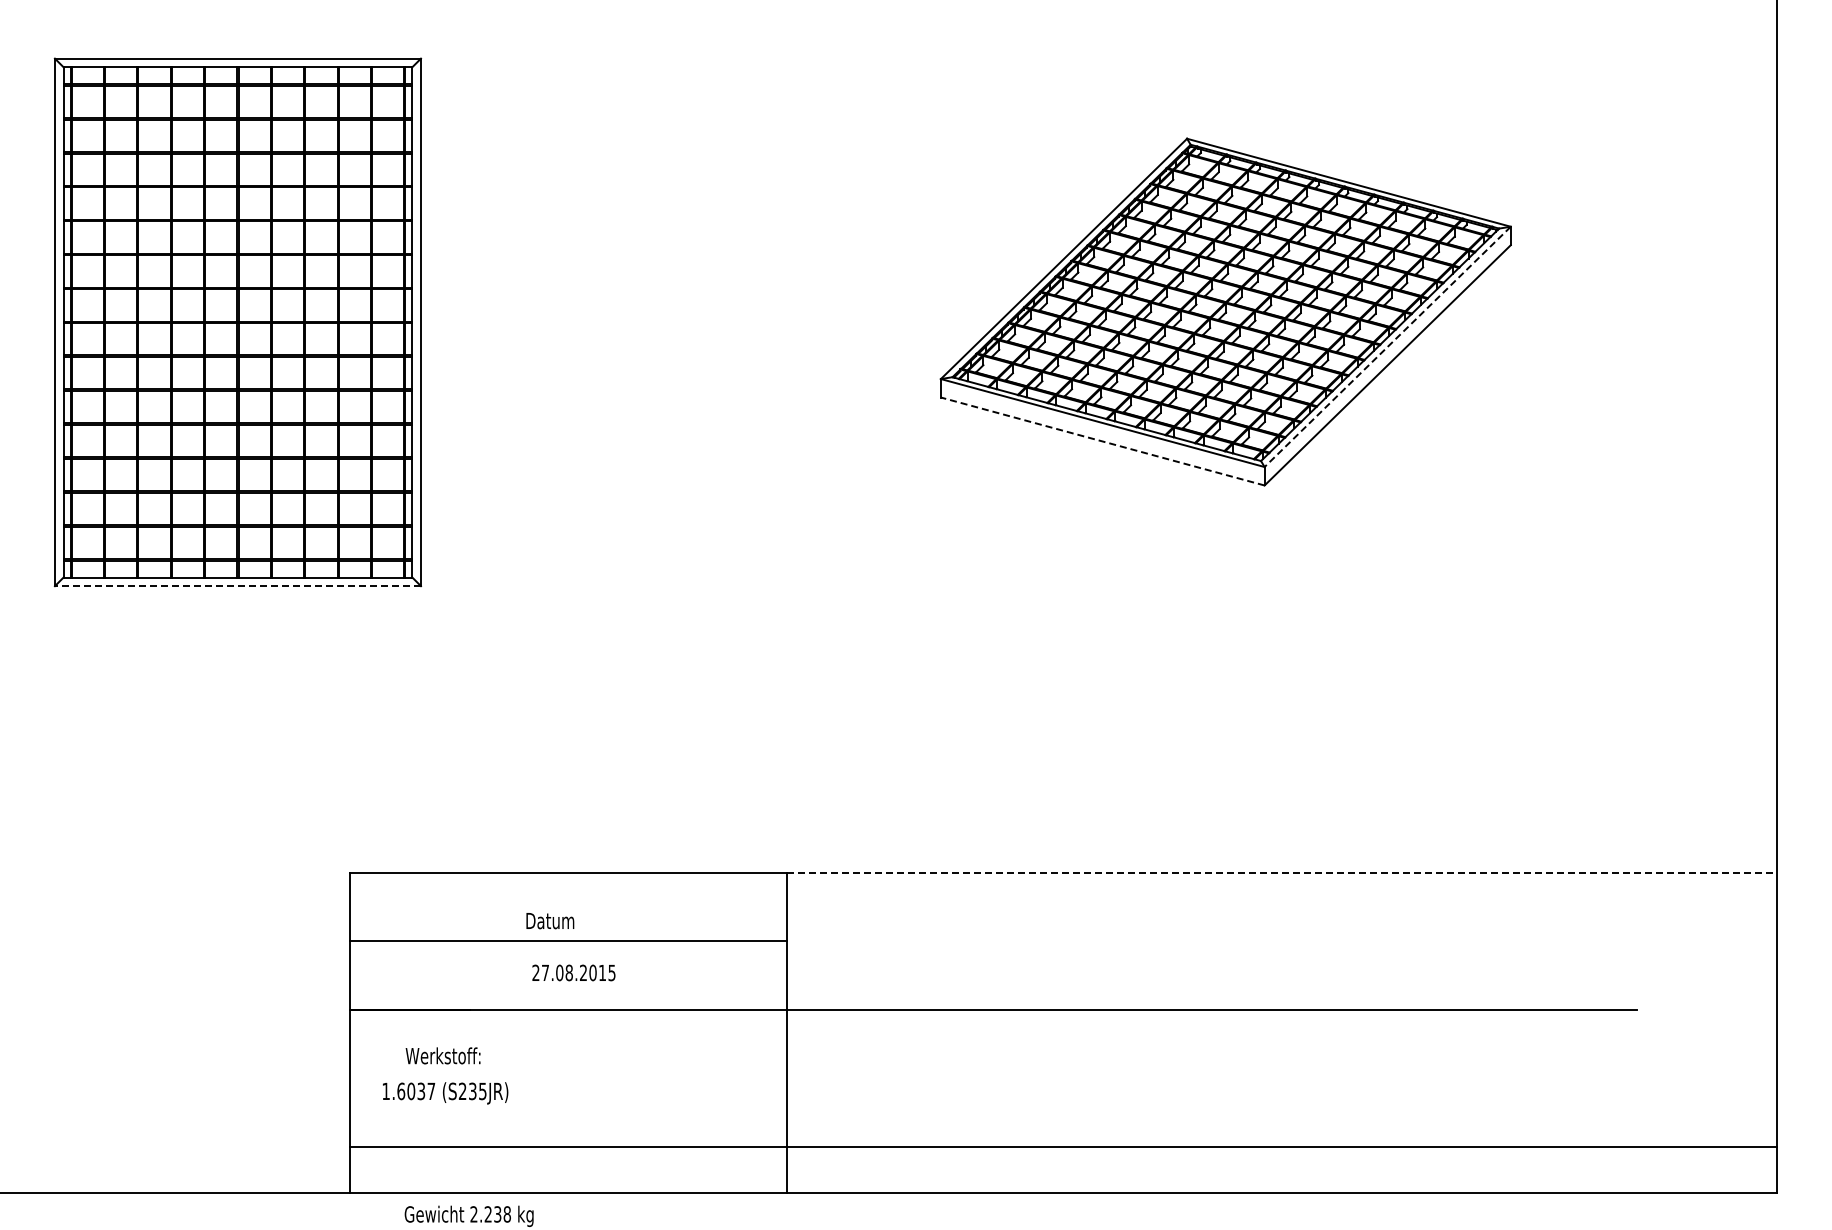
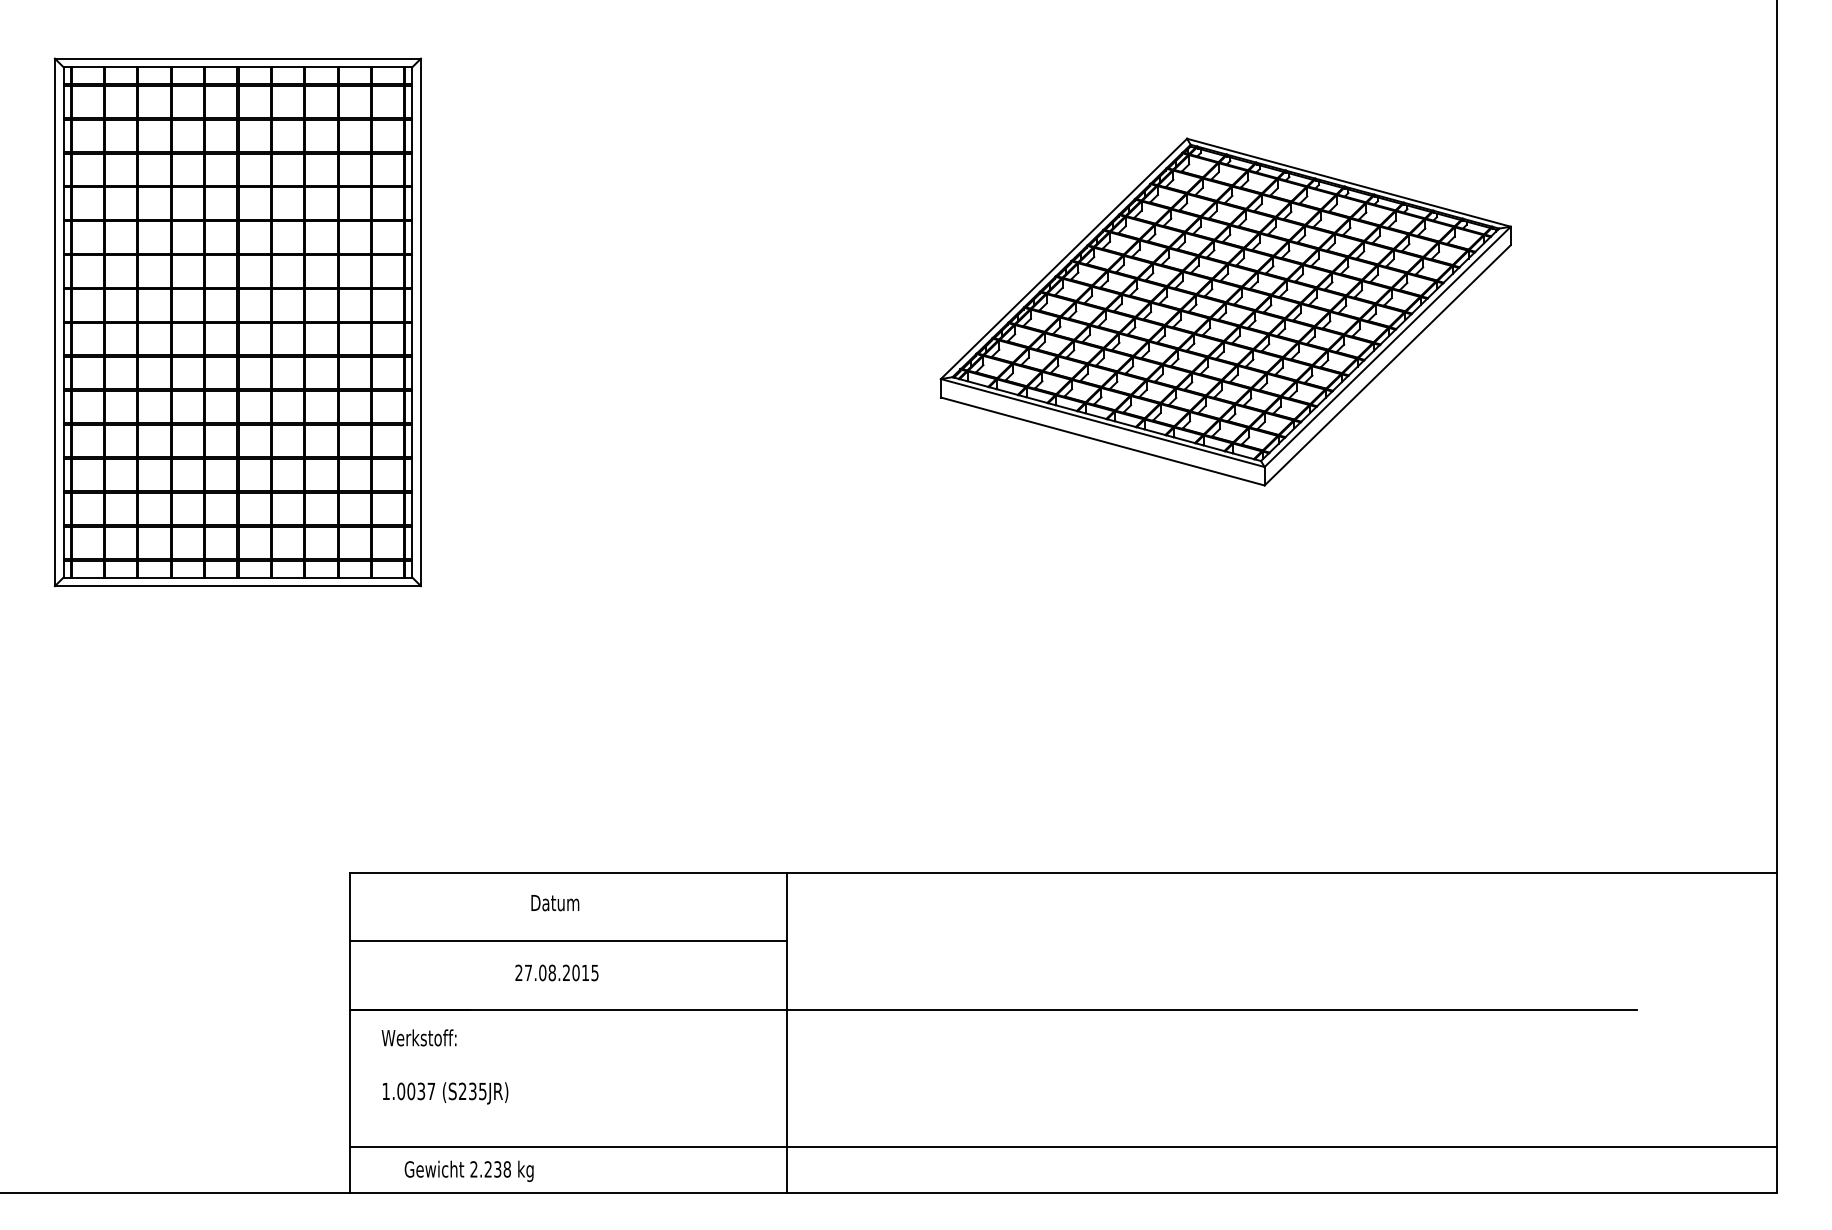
line at (1387, 347): dashed -> solid
line at (1102, 441): dashed -> solid
line at (237, 586): dashed -> solid
line at (1282, 872): dashed -> solid
text at (550, 921) position: (550, 921) -> (555, 903)
text at (573, 972) position: (573, 972) -> (556, 972)
text at (442, 1055) position: (442, 1055) -> (418, 1037)
text at (401, 1090): 1.6037 -> 1.0037
text at (468, 1215) position: (468, 1215) -> (468, 1170)
